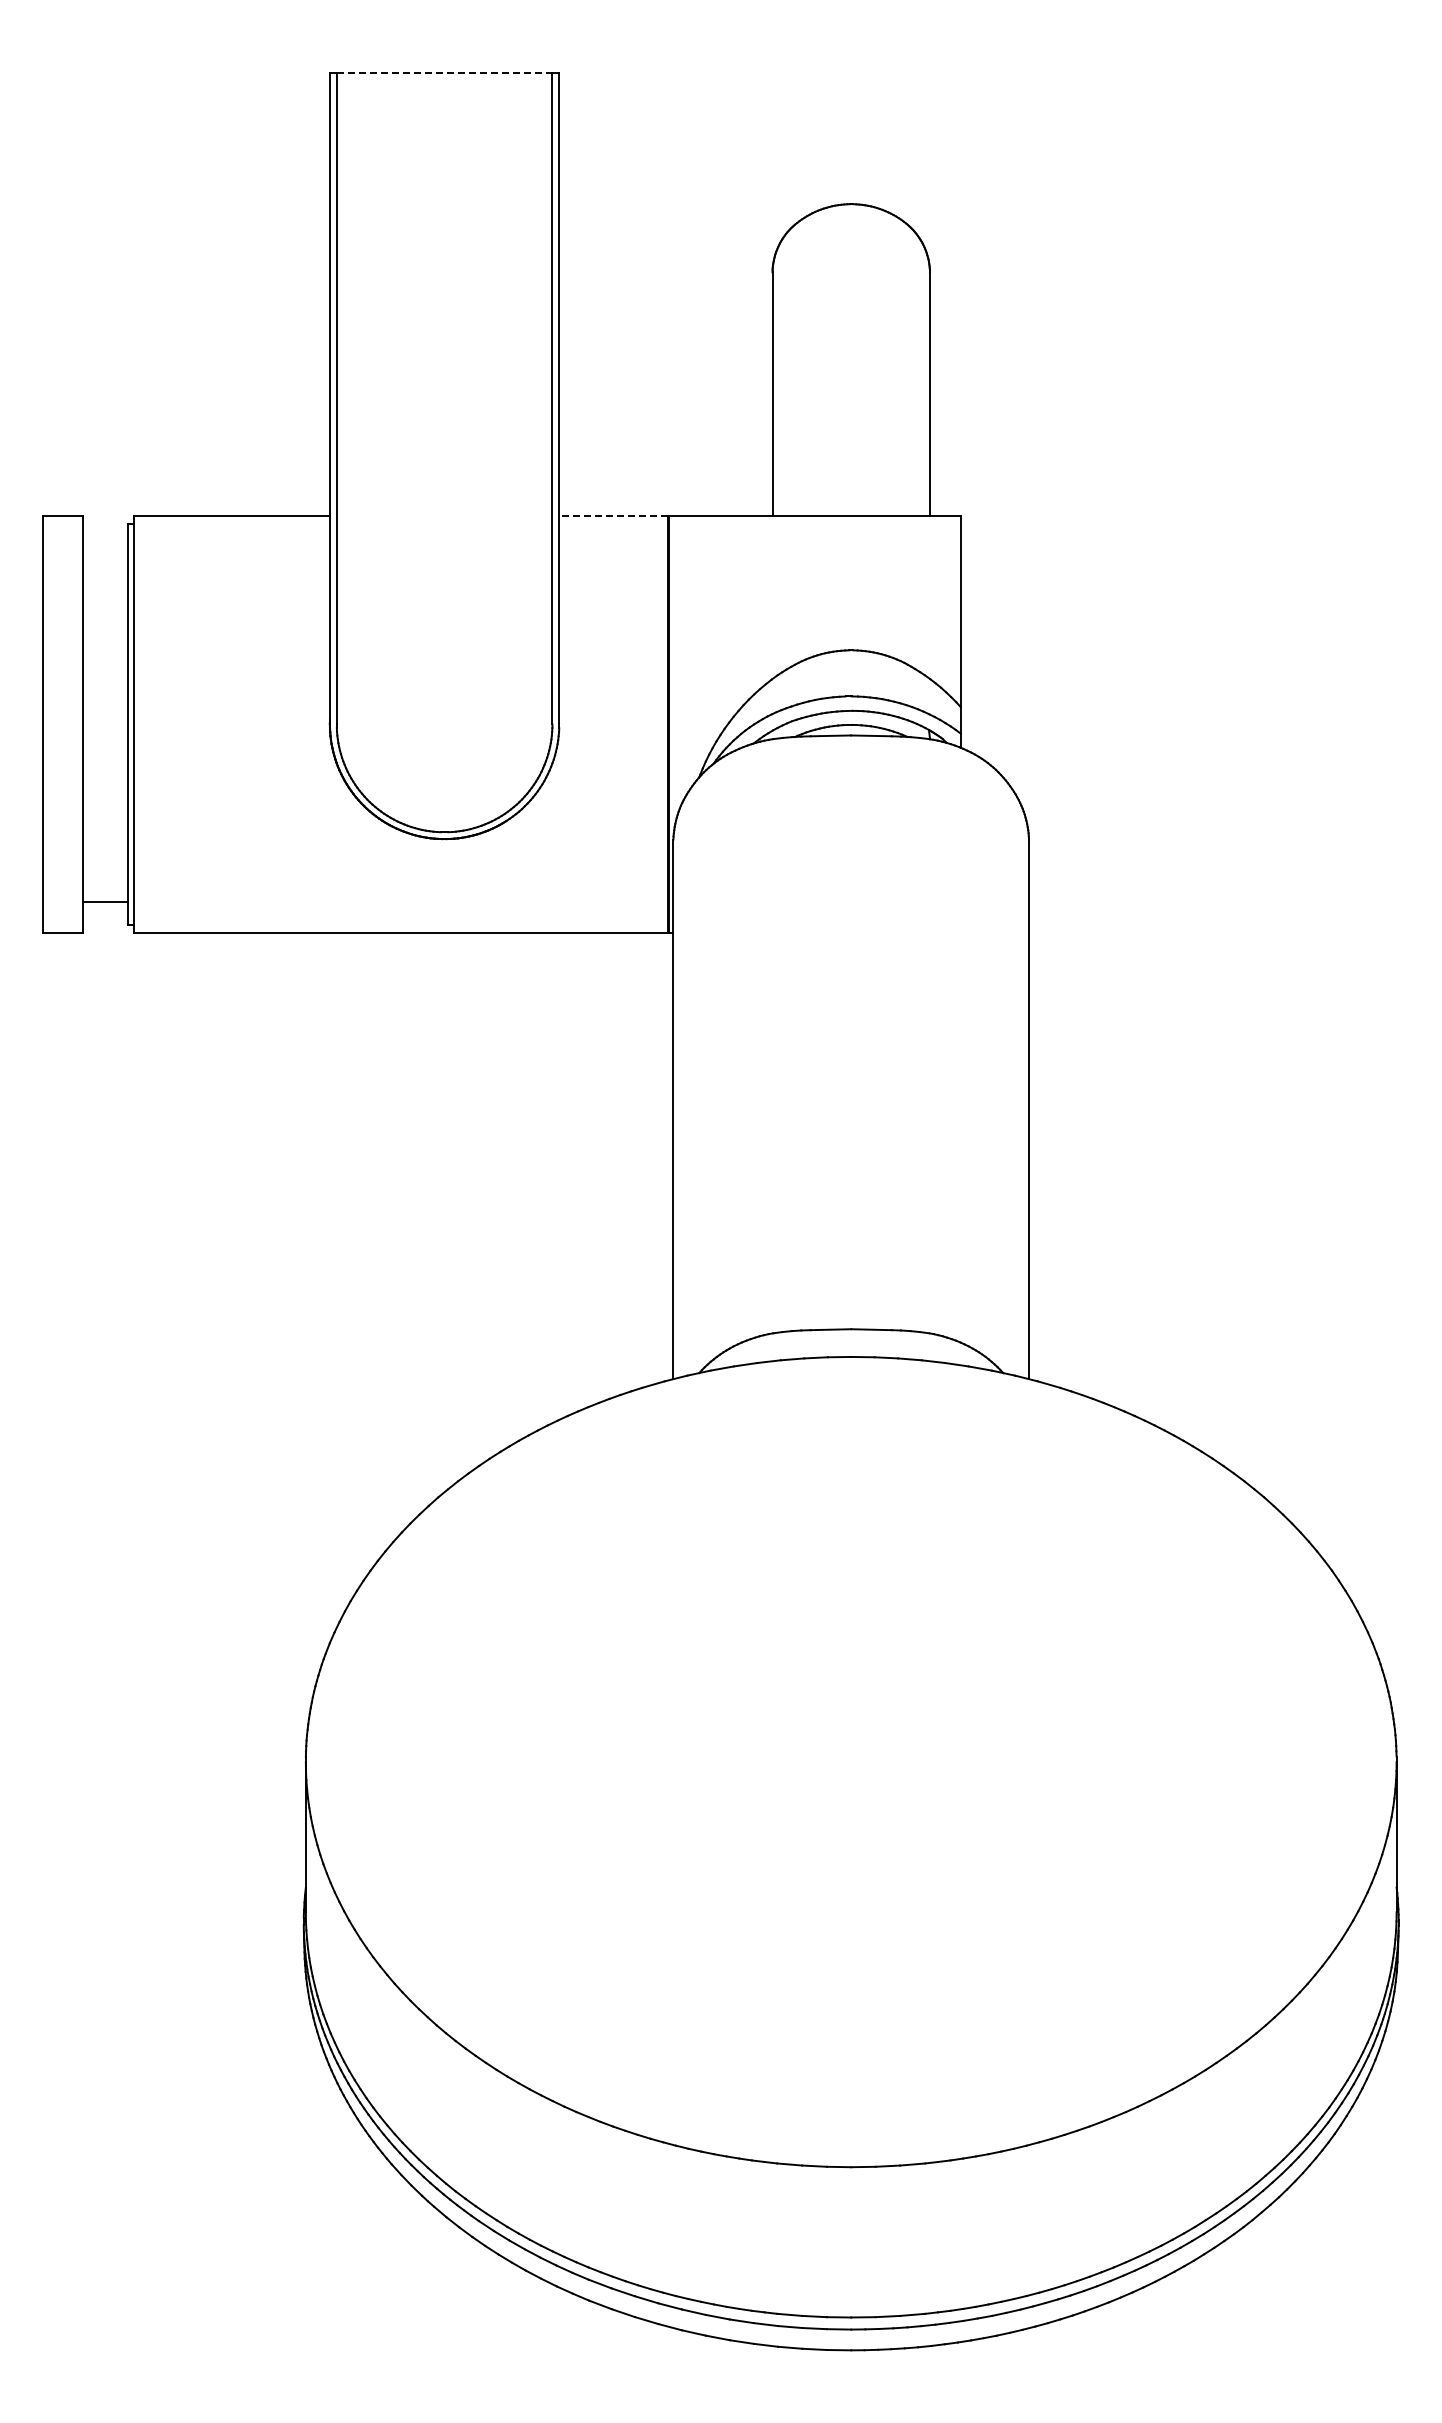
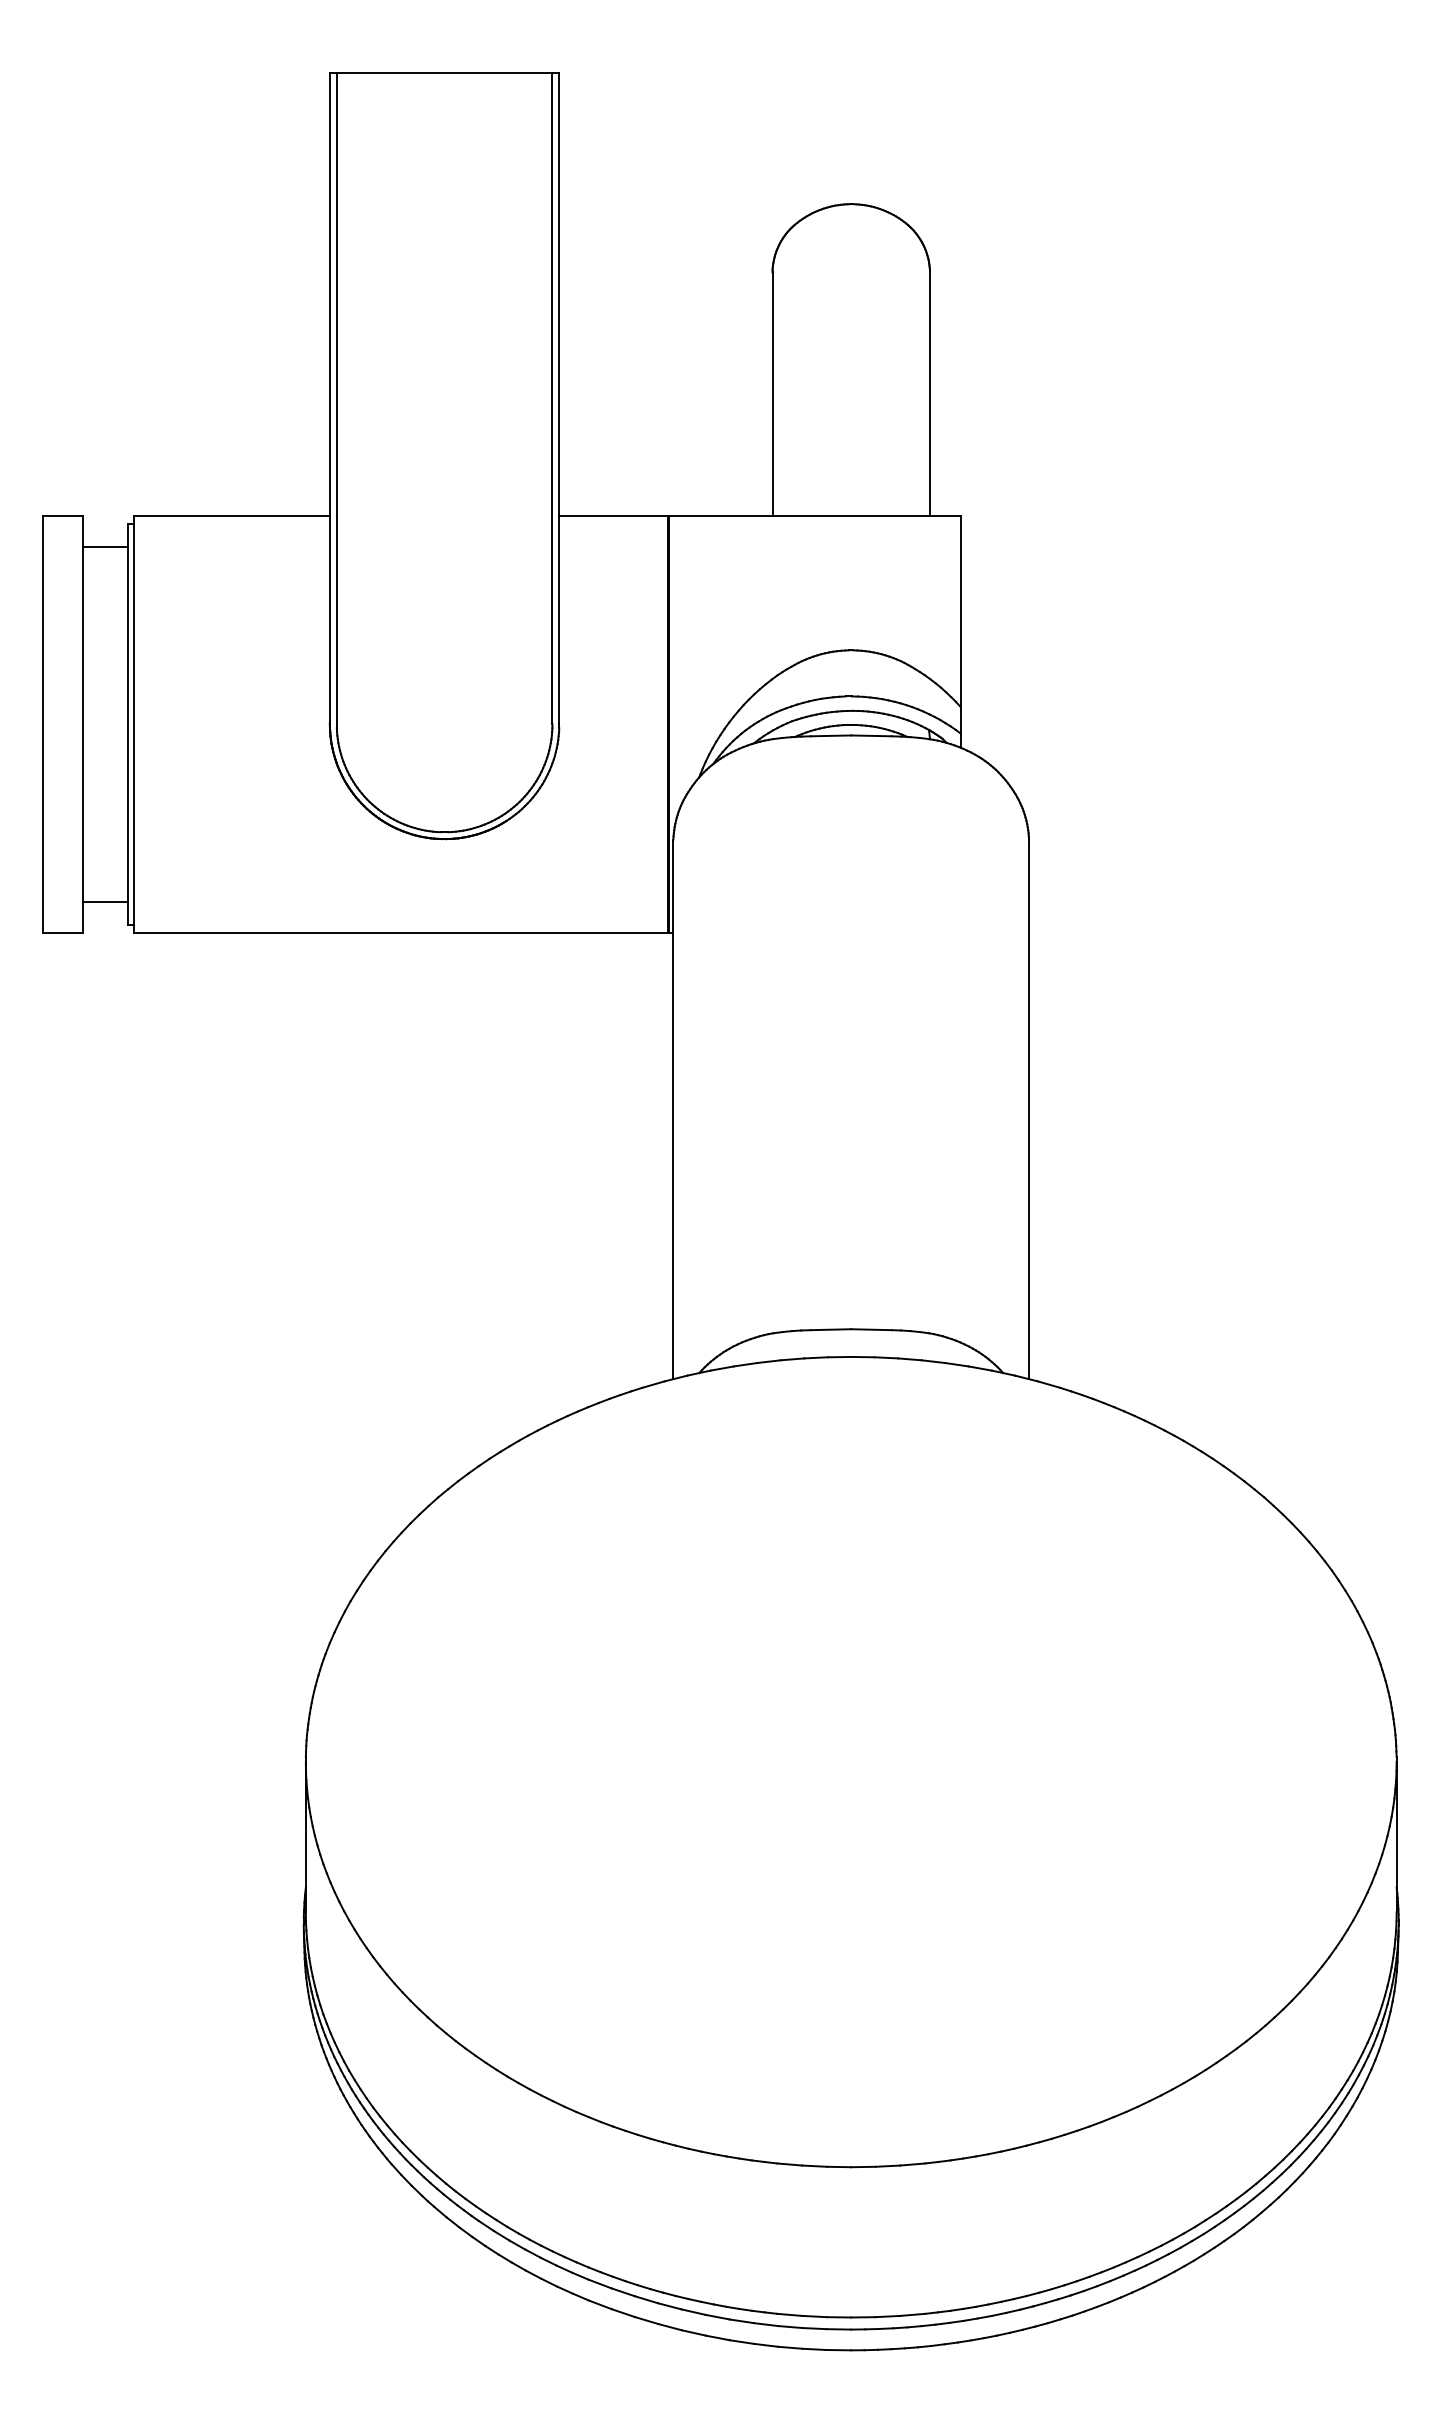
line at (444, 72): dashed -> solid
line at (612, 515): dashed -> solid
line at (105, 547): none -> present
